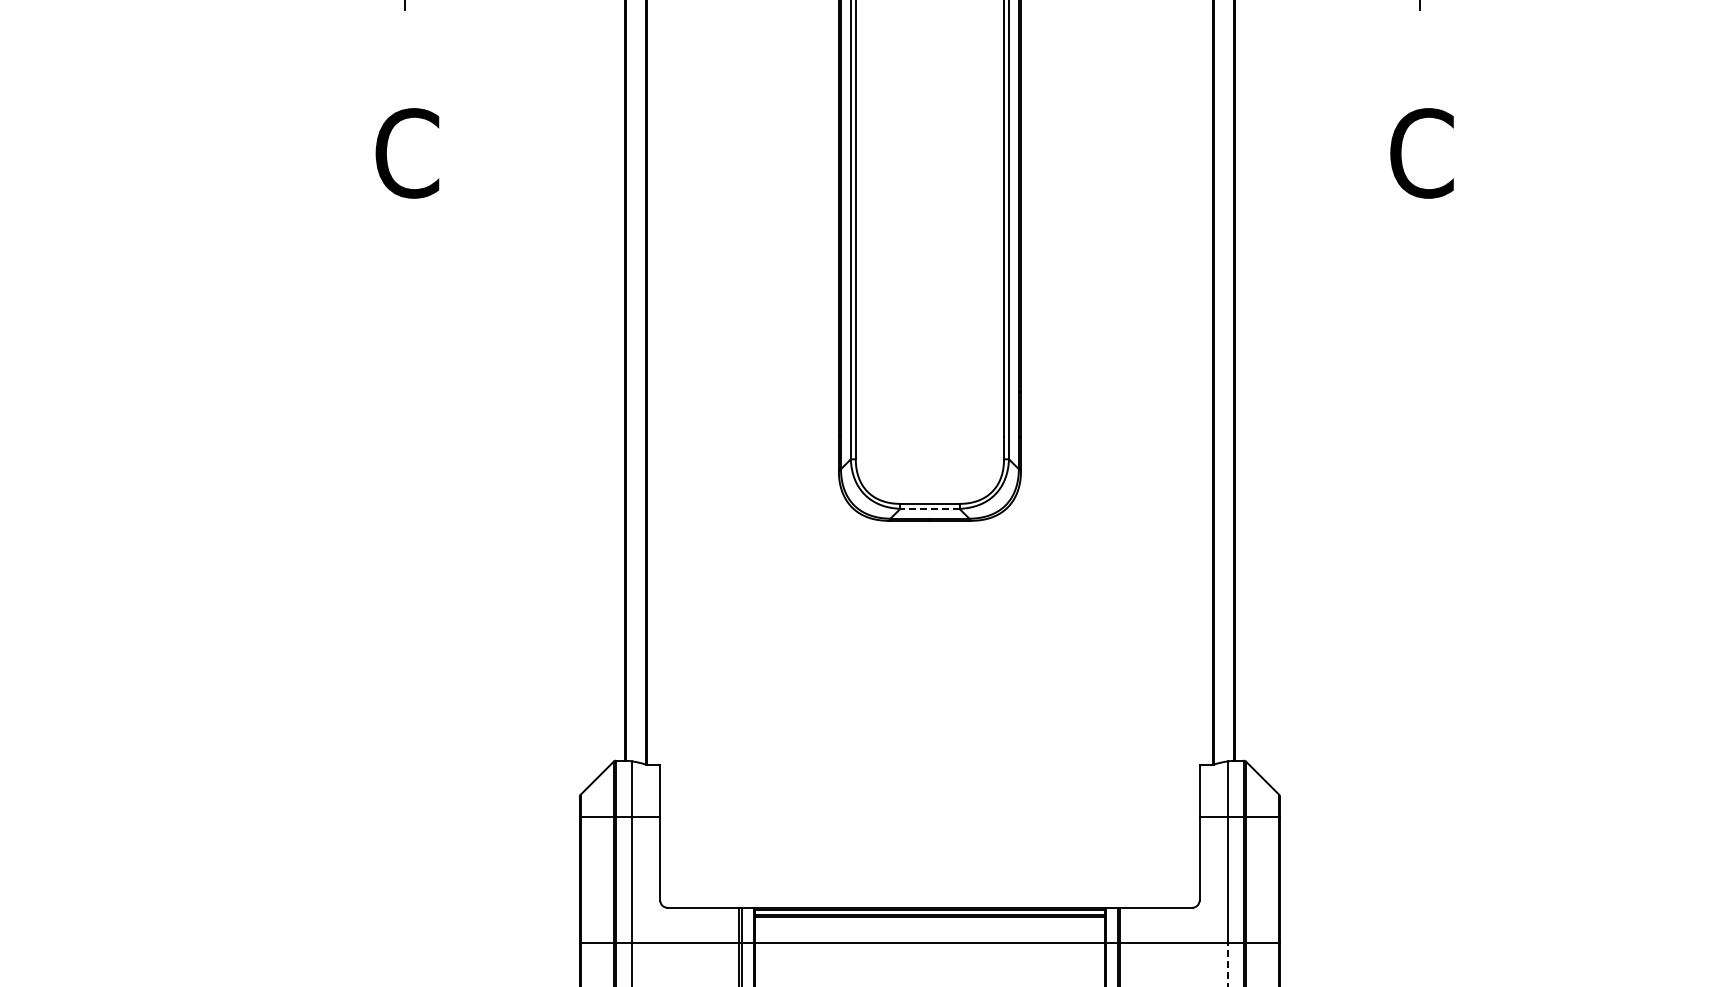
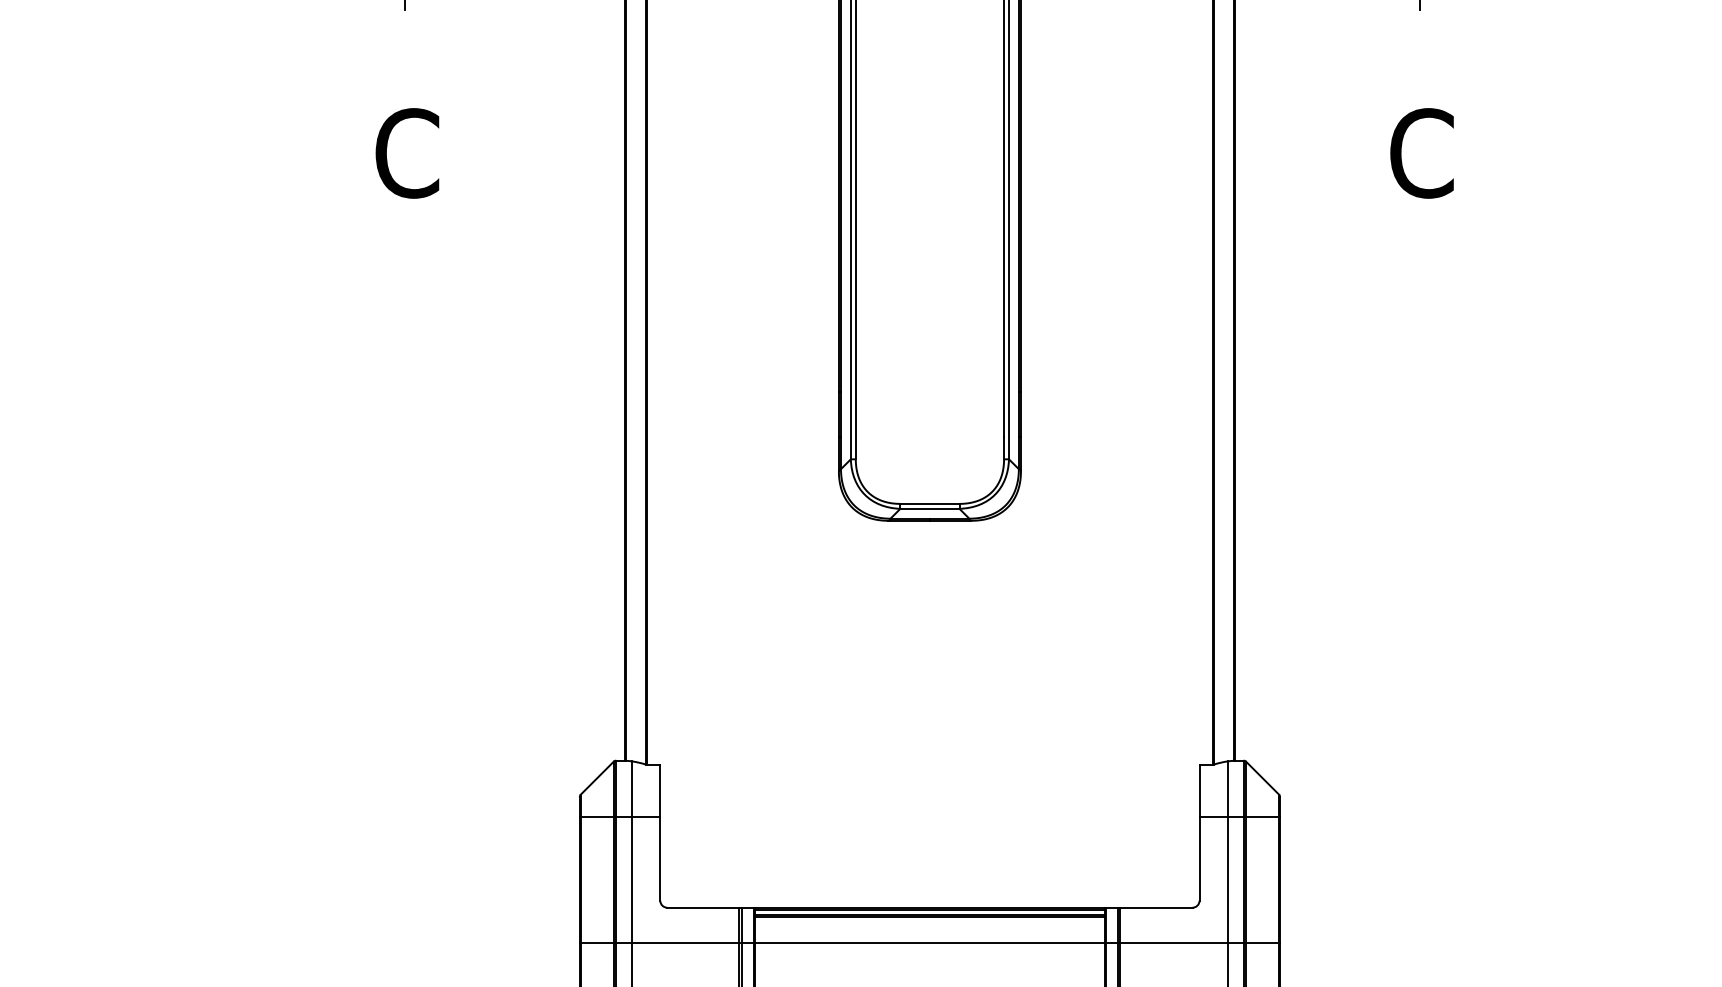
line at (929, 508): dashed -> solid
line at (1227, 964): dashed -> solid
